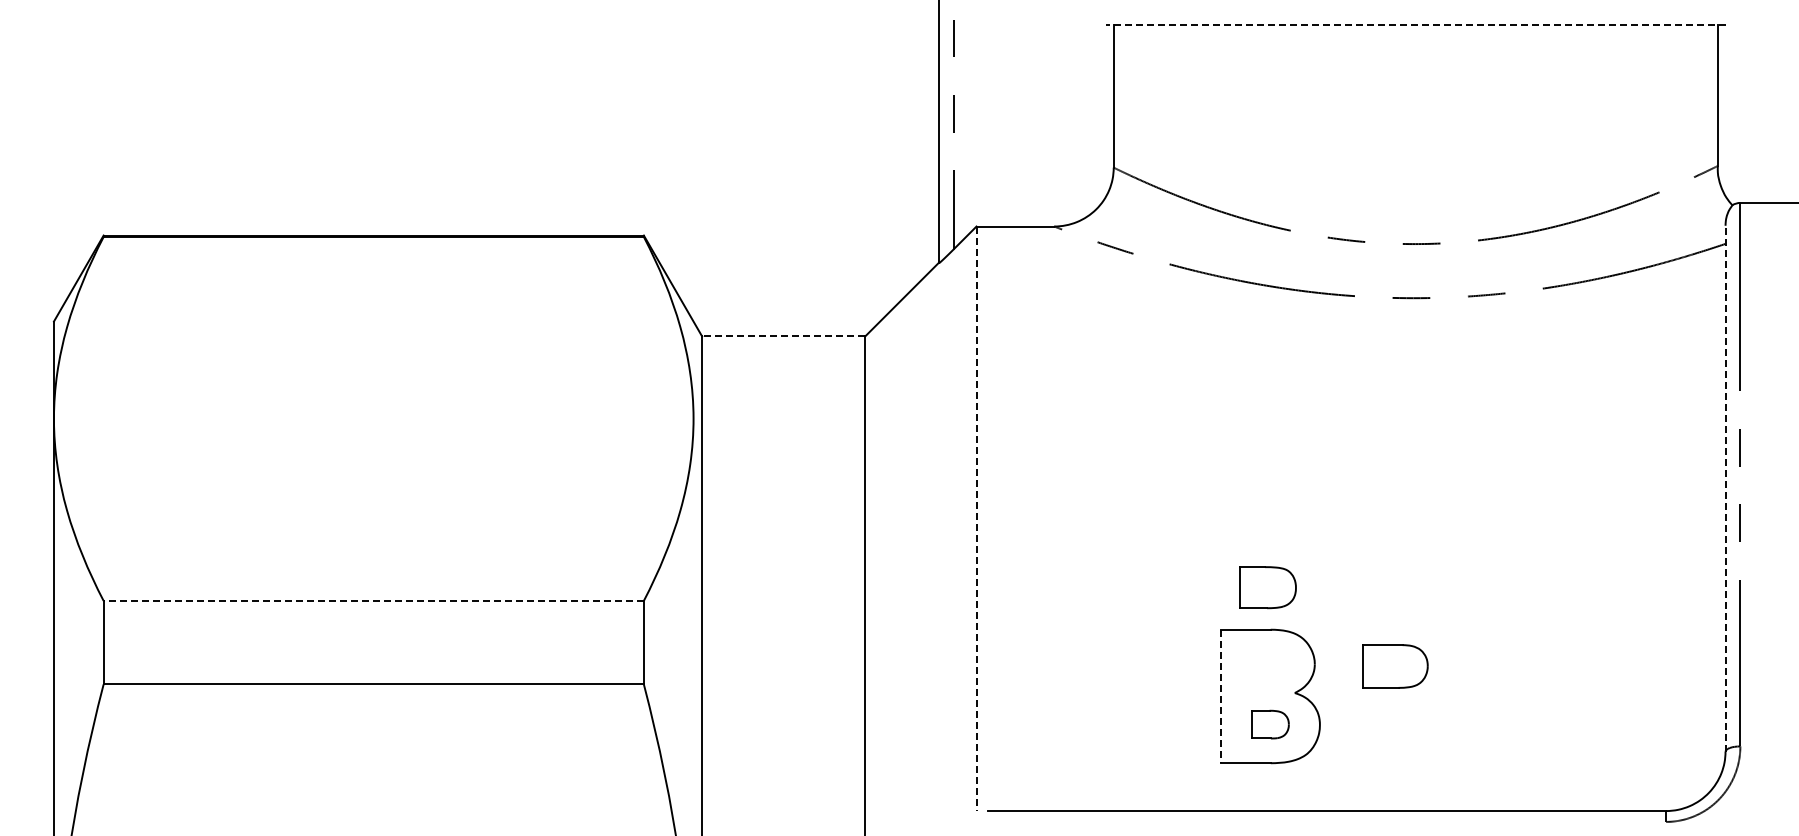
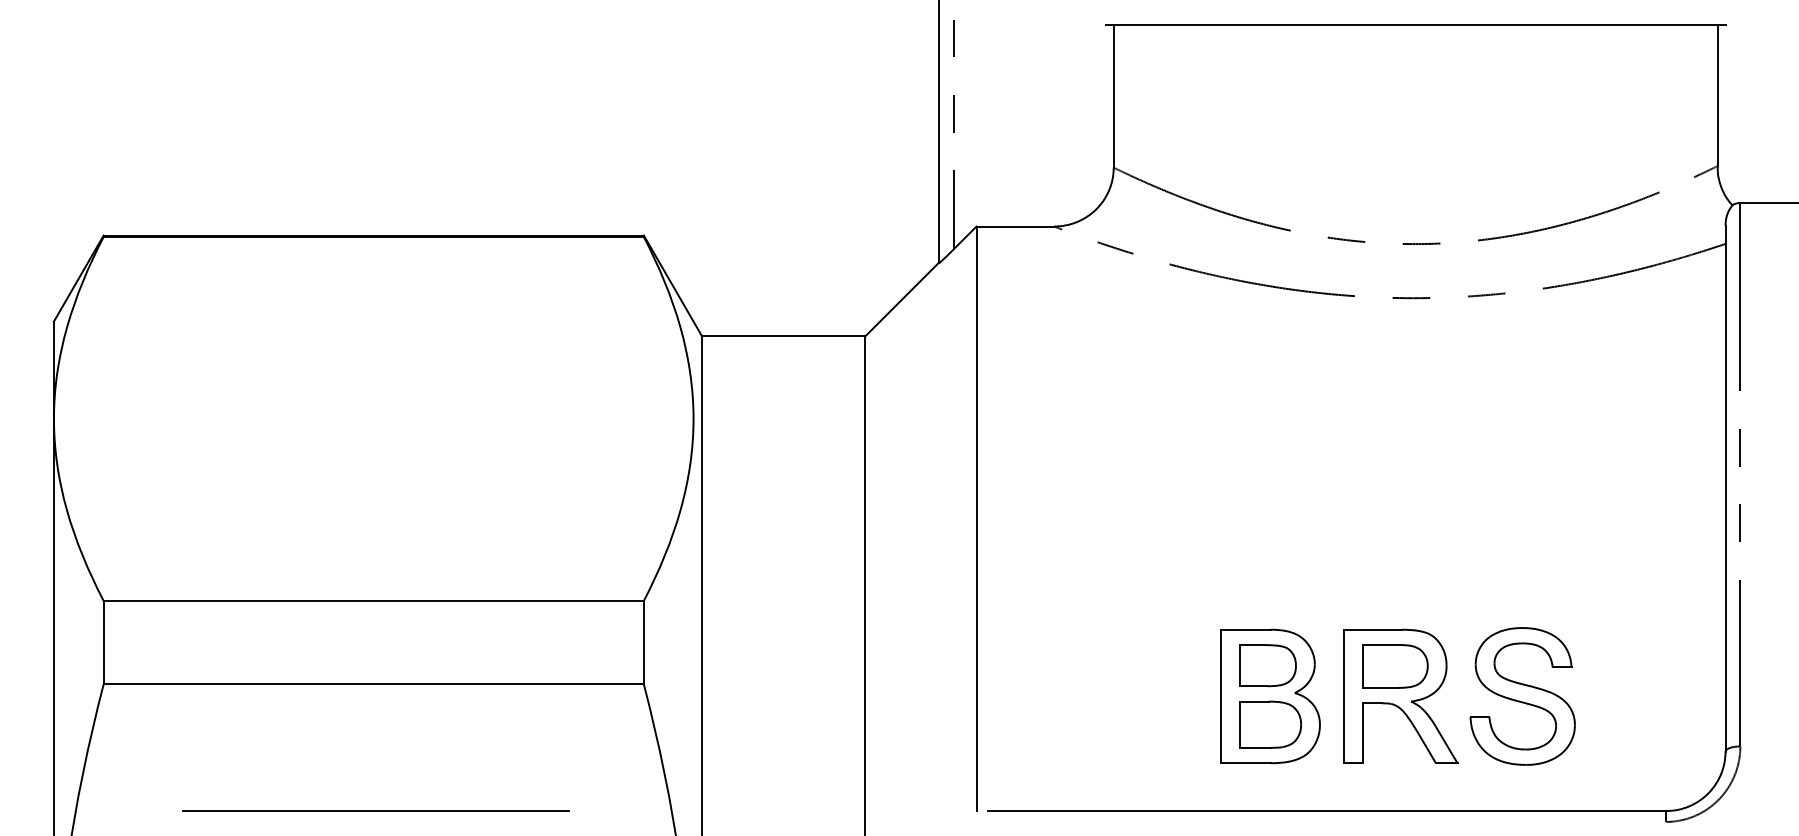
line at (1415, 24): dashed -> solid
line at (783, 336): dashed -> solid
line at (1725, 488): dashed -> solid
line at (976, 519): dashed -> solid
part at (1267, 587) position: (1267, 587) -> (1267, 665)
line at (373, 600): dashed -> solid
part at (1400, 695): none -> present
line at (1220, 696): dashed -> solid
part at (1522, 696): none -> present
part at (1270, 724) size: 39x31 px -> 63x49 px
line at (375, 811): none -> present
